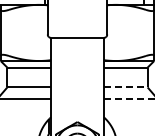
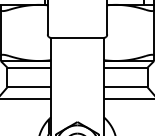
line at (125, 87): dashed -> solid
line at (129, 98): dashed -> solid
